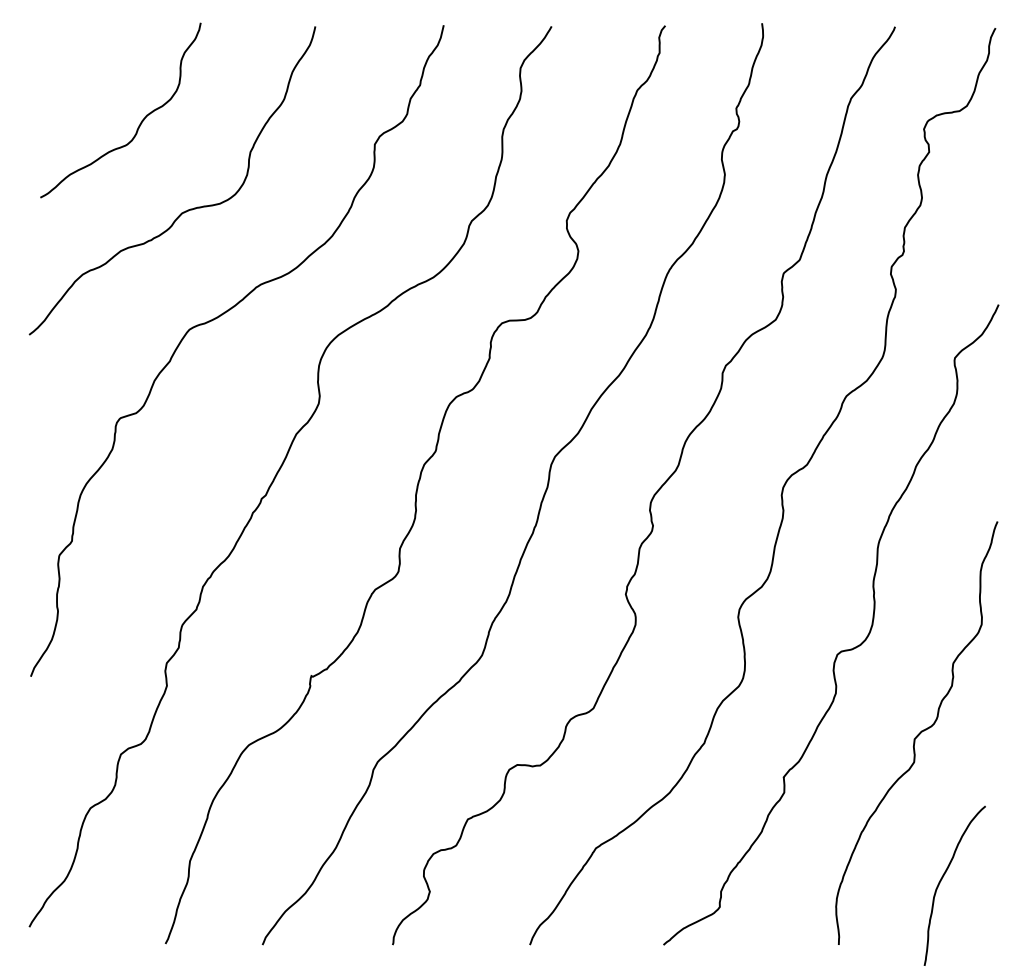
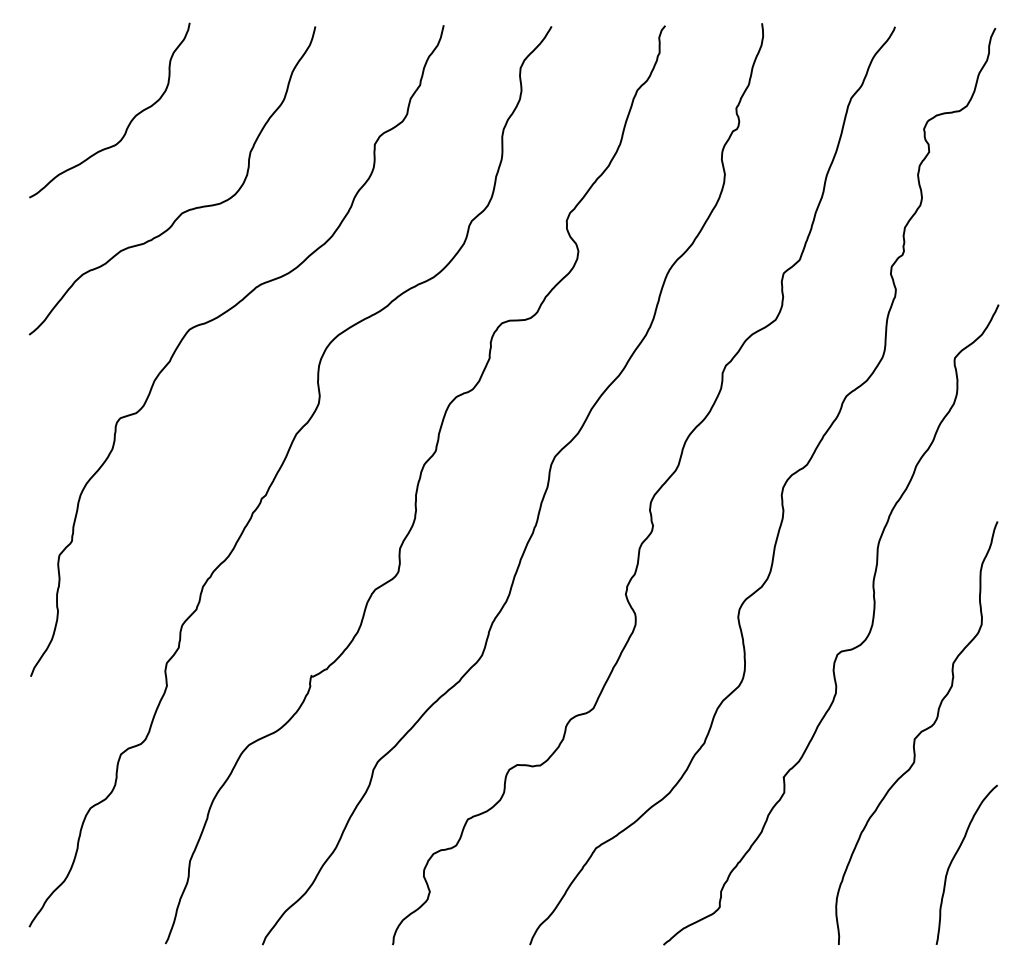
curve at (141, 120) position: (141, 120) -> (130, 120)
curve at (942, 879) position: (942, 879) -> (954, 858)
